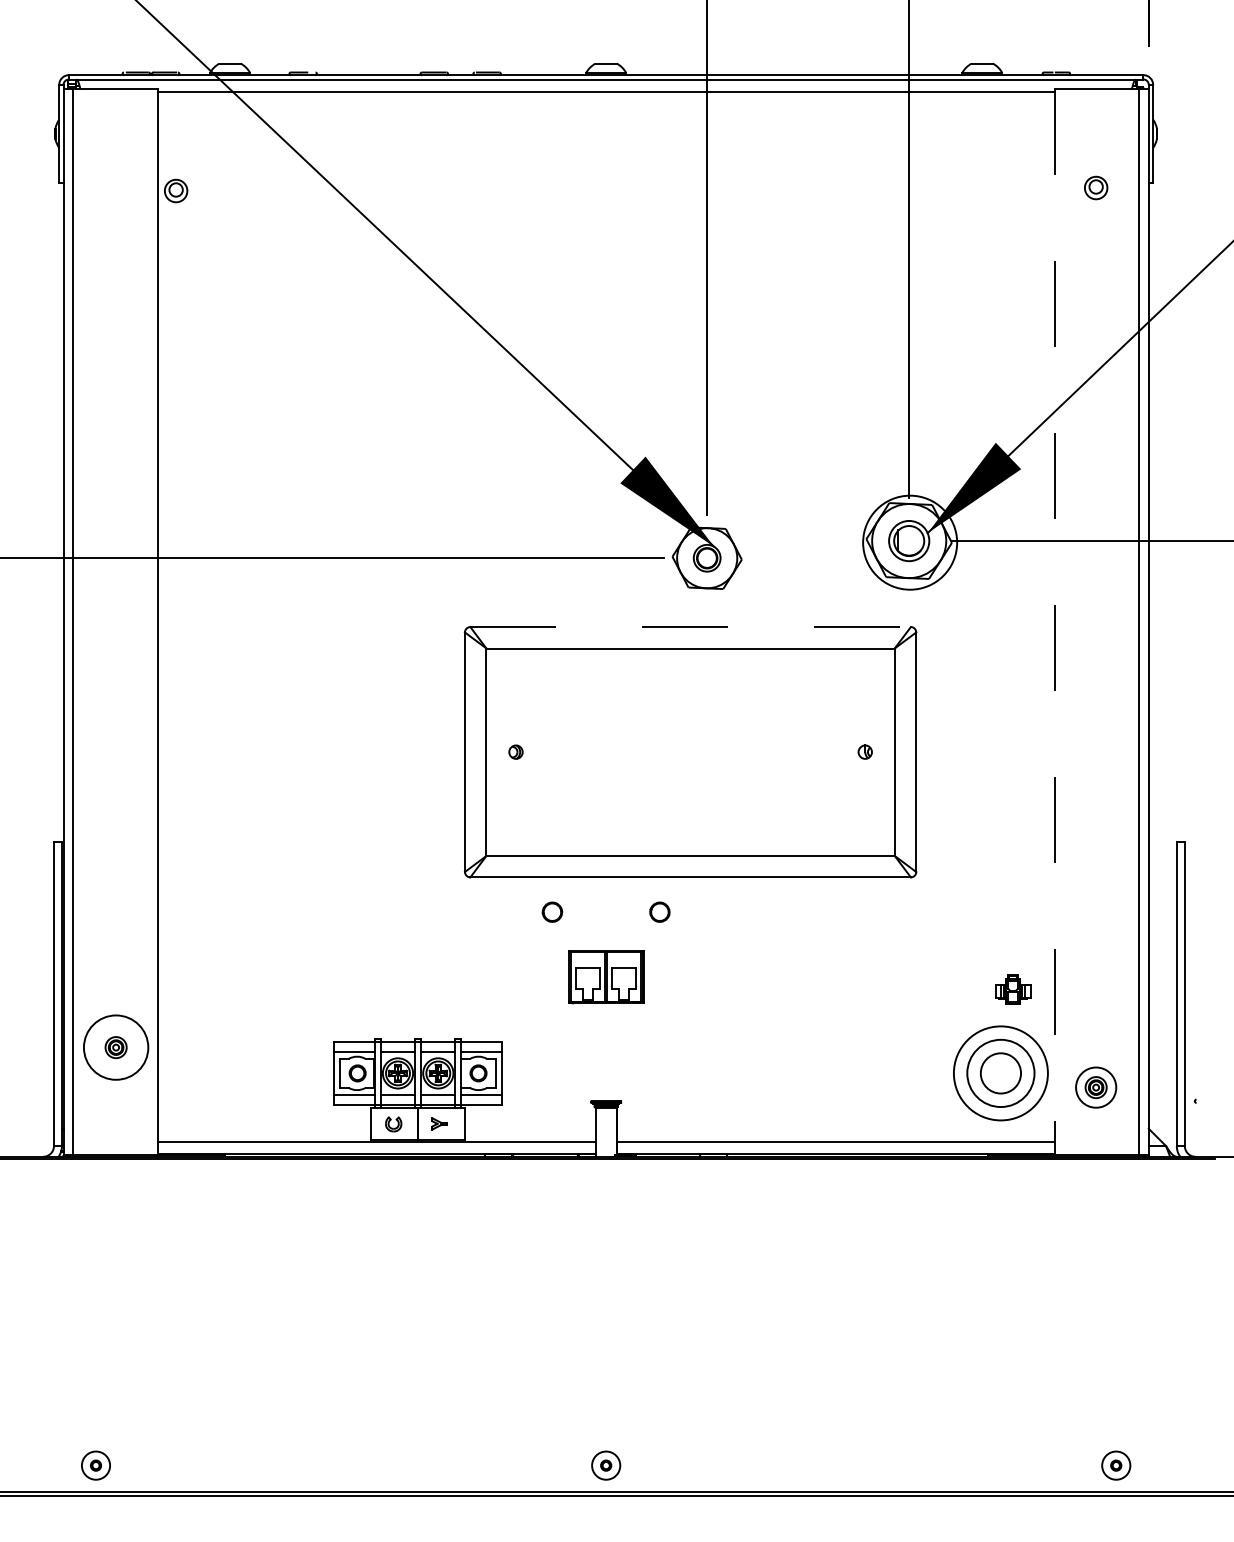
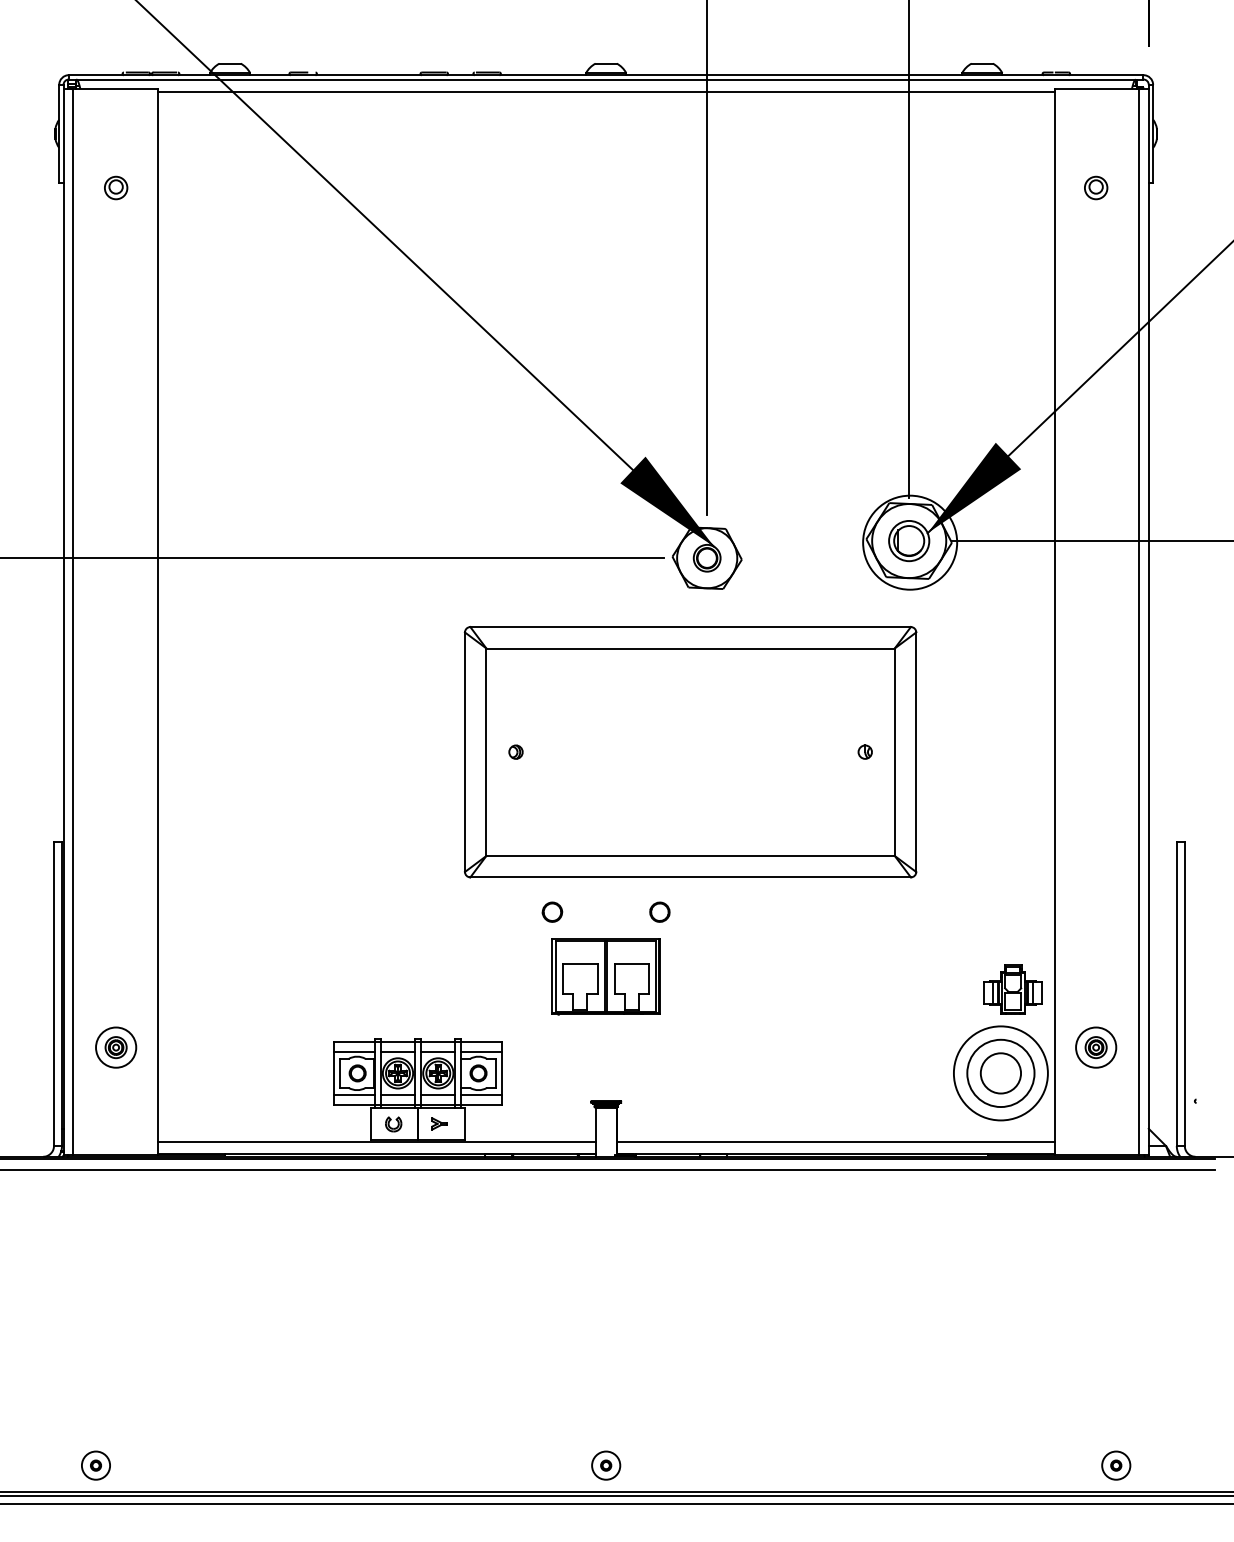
part at (176, 190) position: (176, 190) -> (116, 187)
line at (1054, 622): dashed -> solid
line at (691, 627): dashed -> solid
part at (606, 977) size: 77x55 px -> 110x78 px
part at (1013, 989) size: 37x31 px -> 60x51 px
circle at (115, 1047) diameter: 64 px -> 40 px
part at (1096, 1087) position: (1096, 1087) -> (1096, 1047)
line at (608, 1170): none -> present
line at (616, 1503): none -> present
